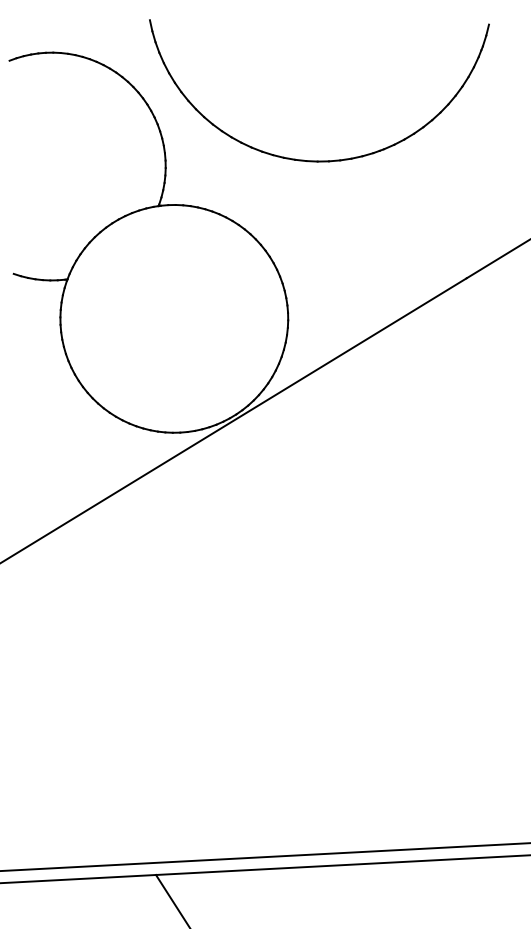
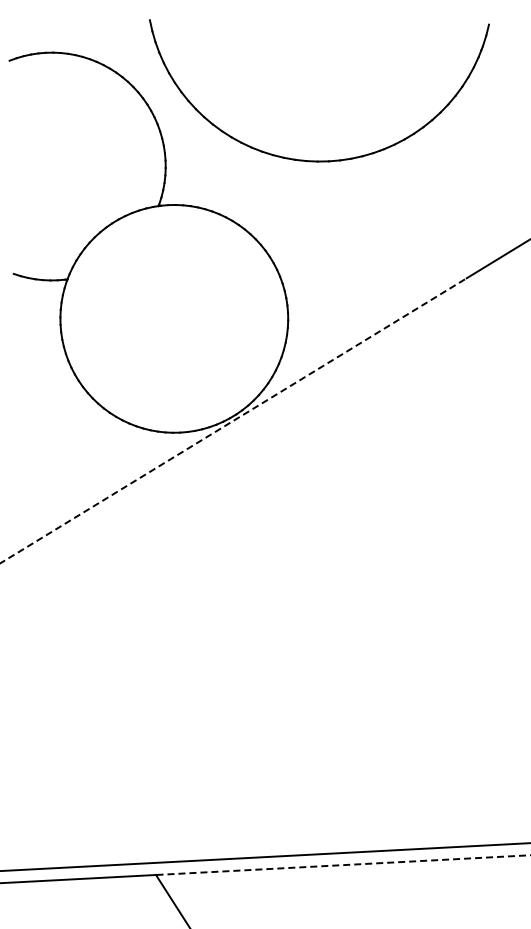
line at (234, 420): solid -> dashed
line at (342, 865): solid -> dashed
